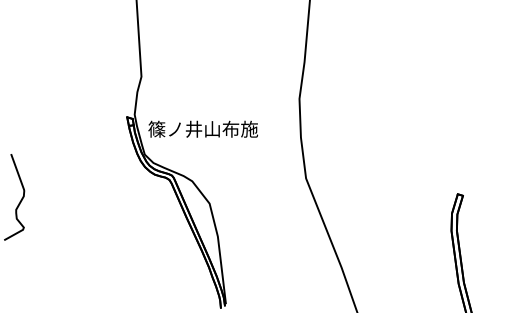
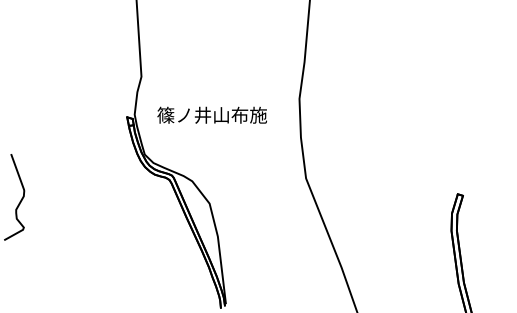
text at (202, 128) position: (202, 128) -> (211, 114)
